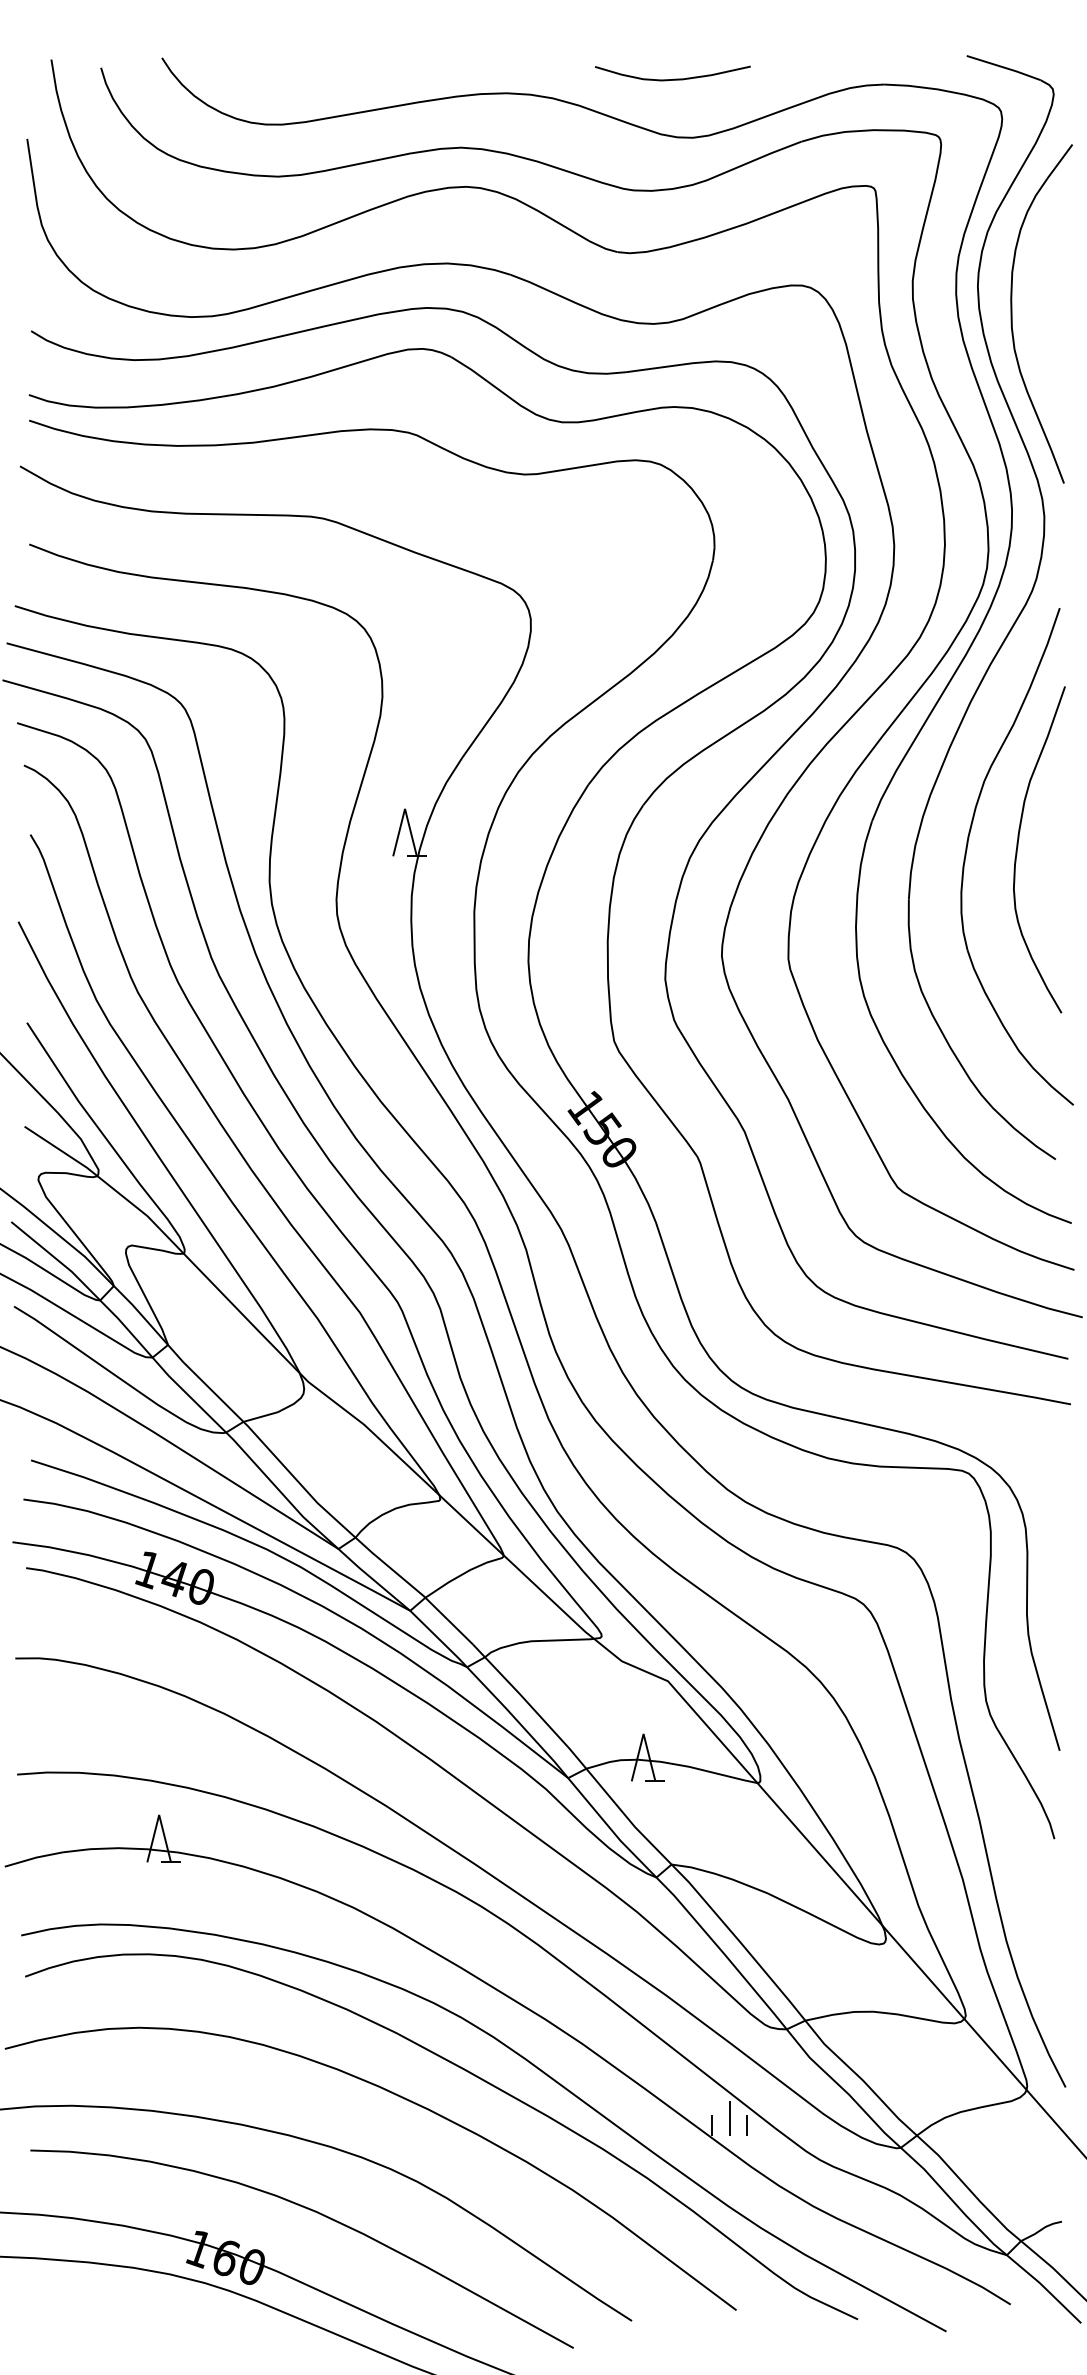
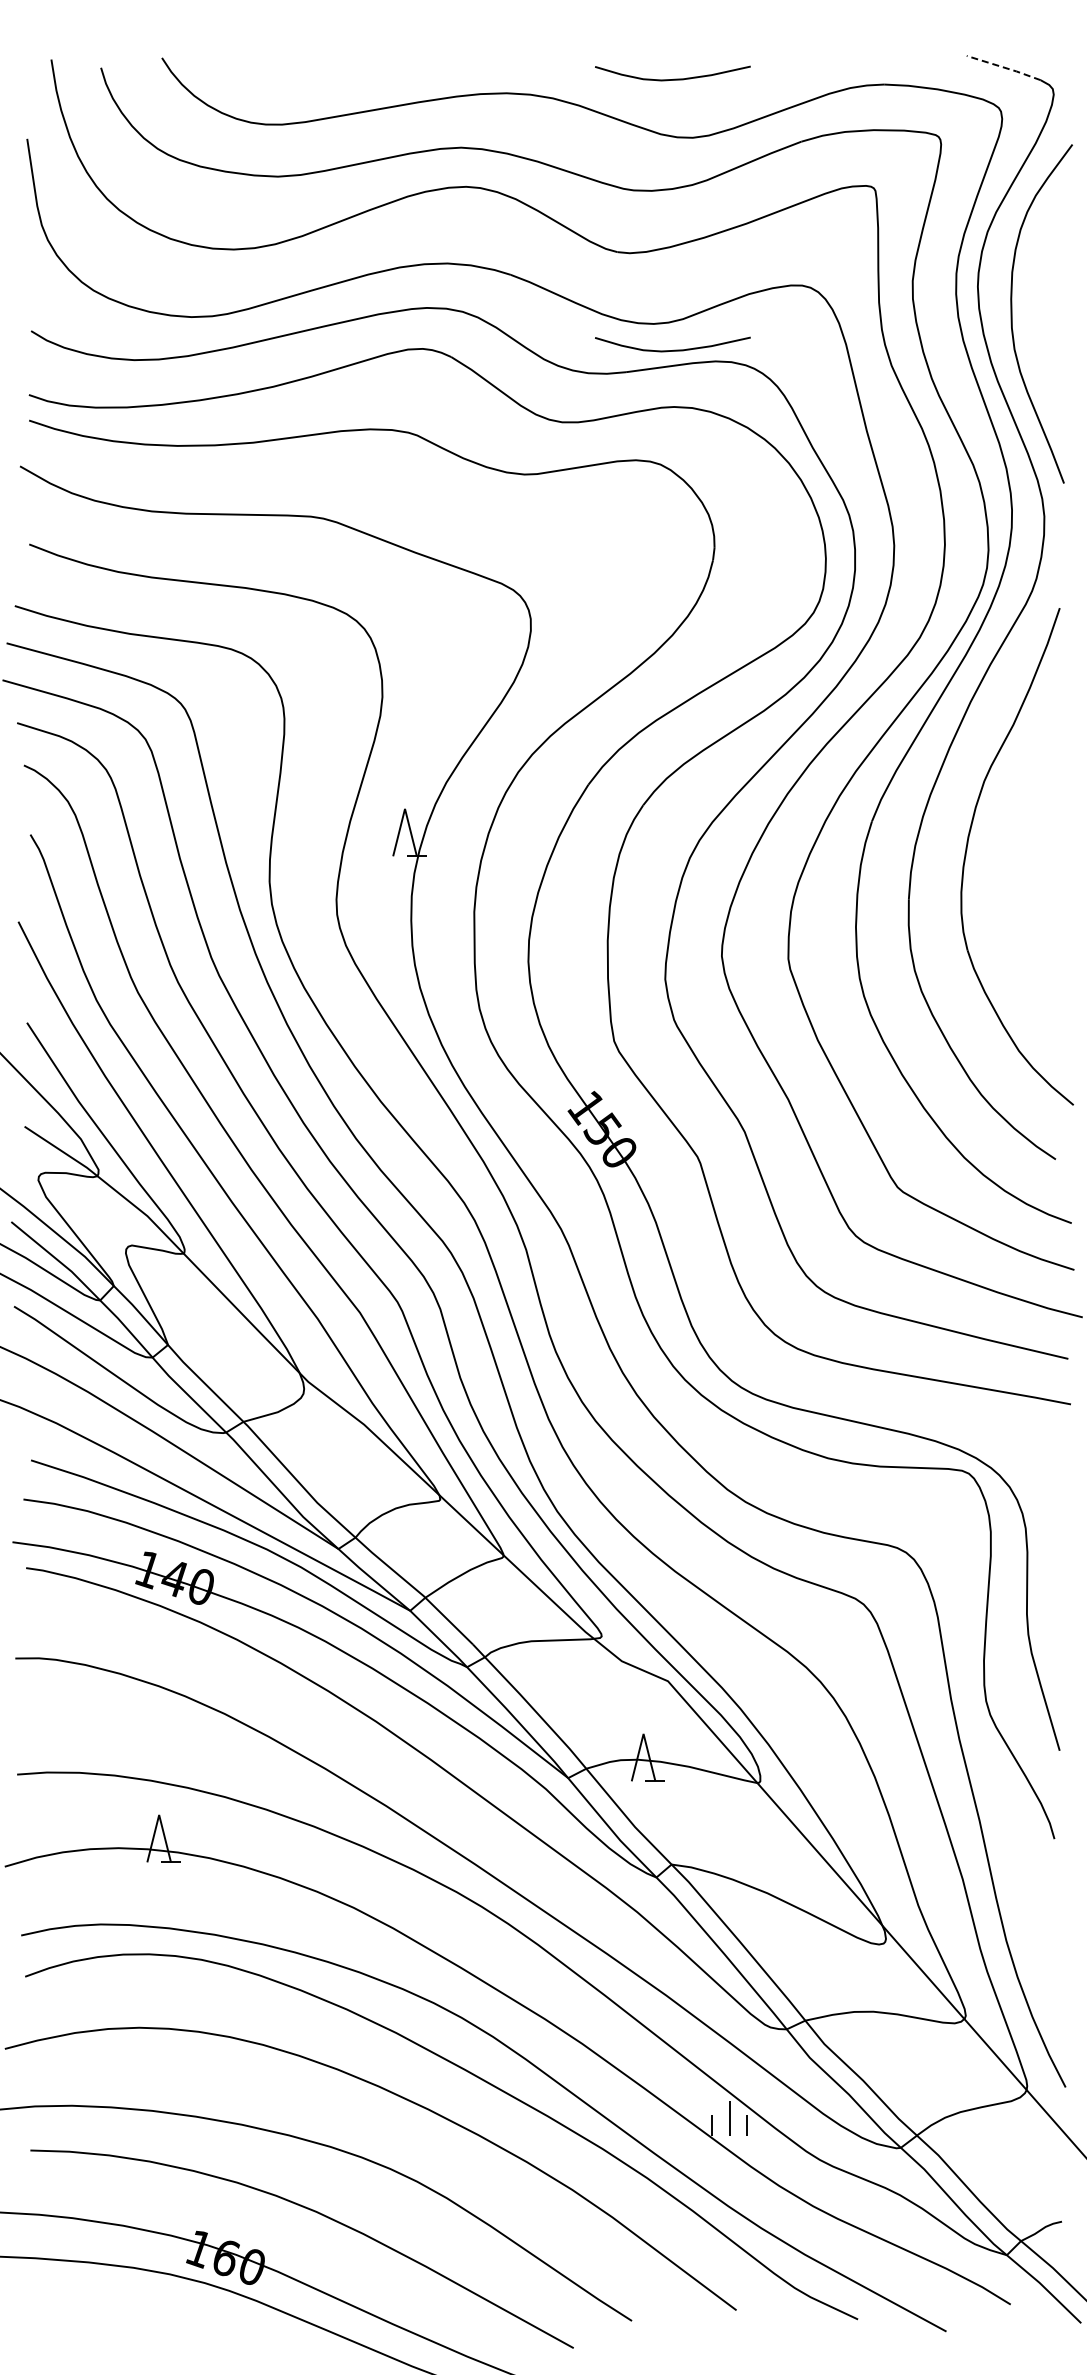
line at (1004, 67): solid -> dashed
curve at (674, 349): none -> present
curve at (1018, 846): present -> none
